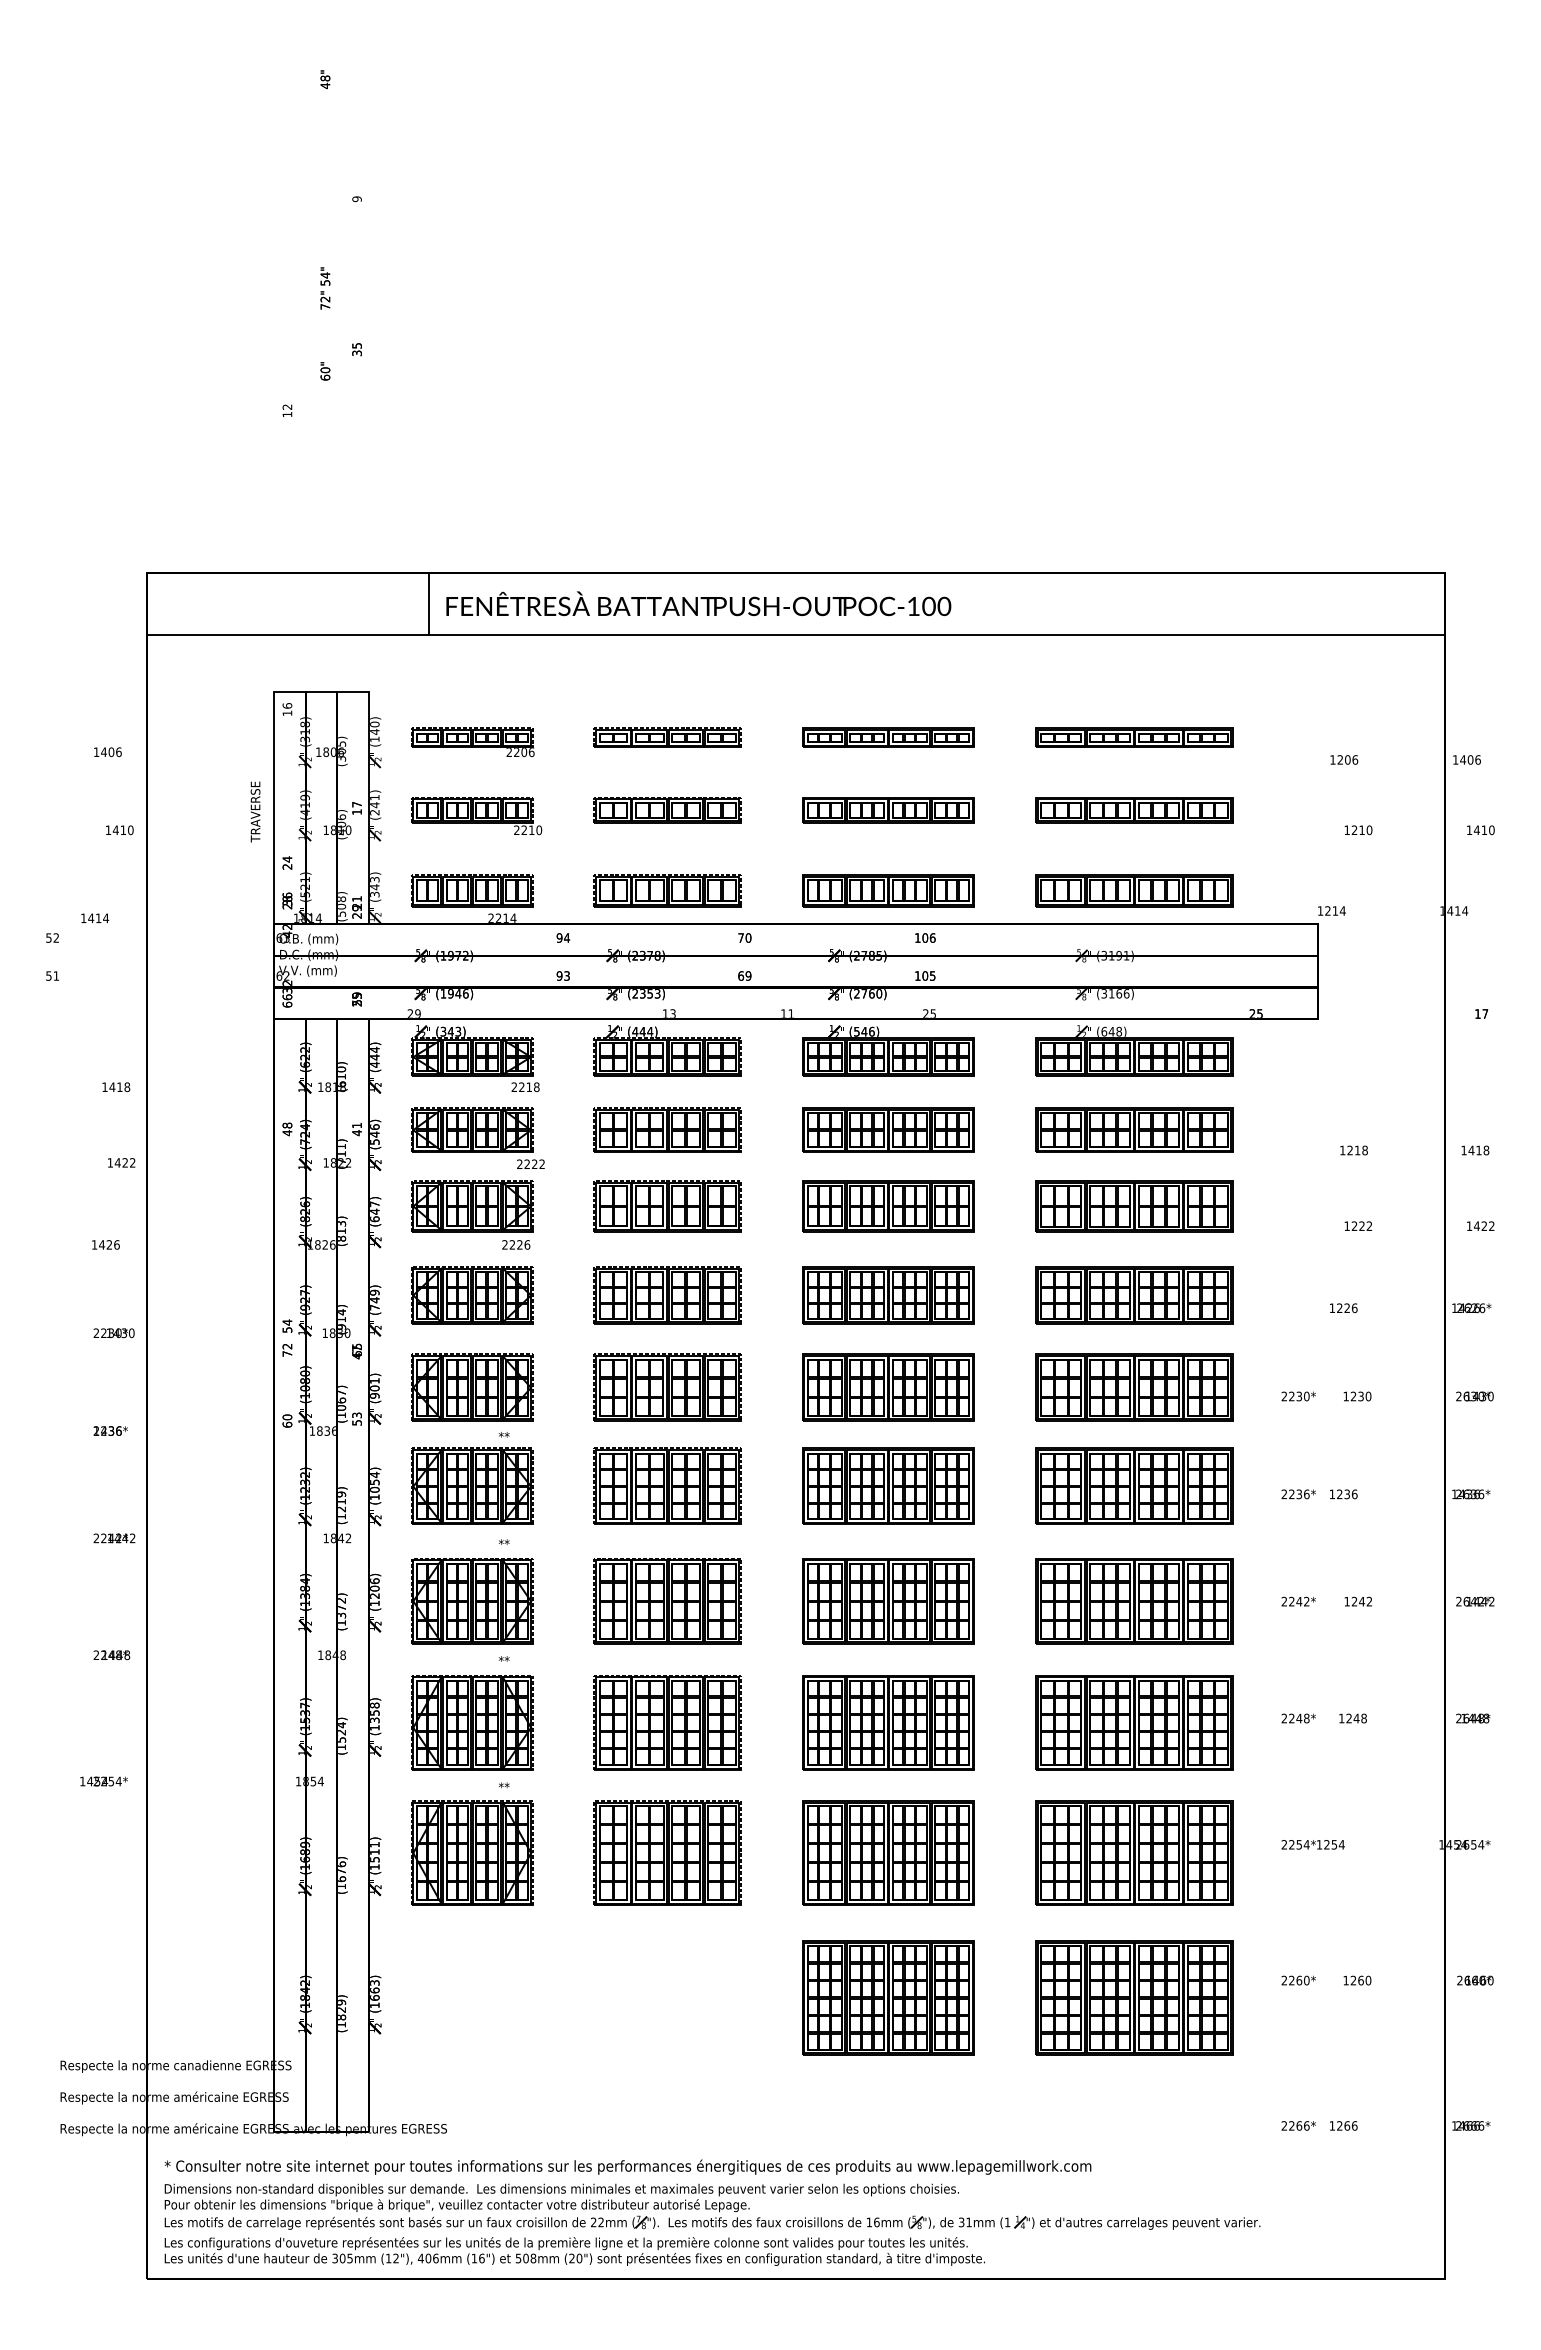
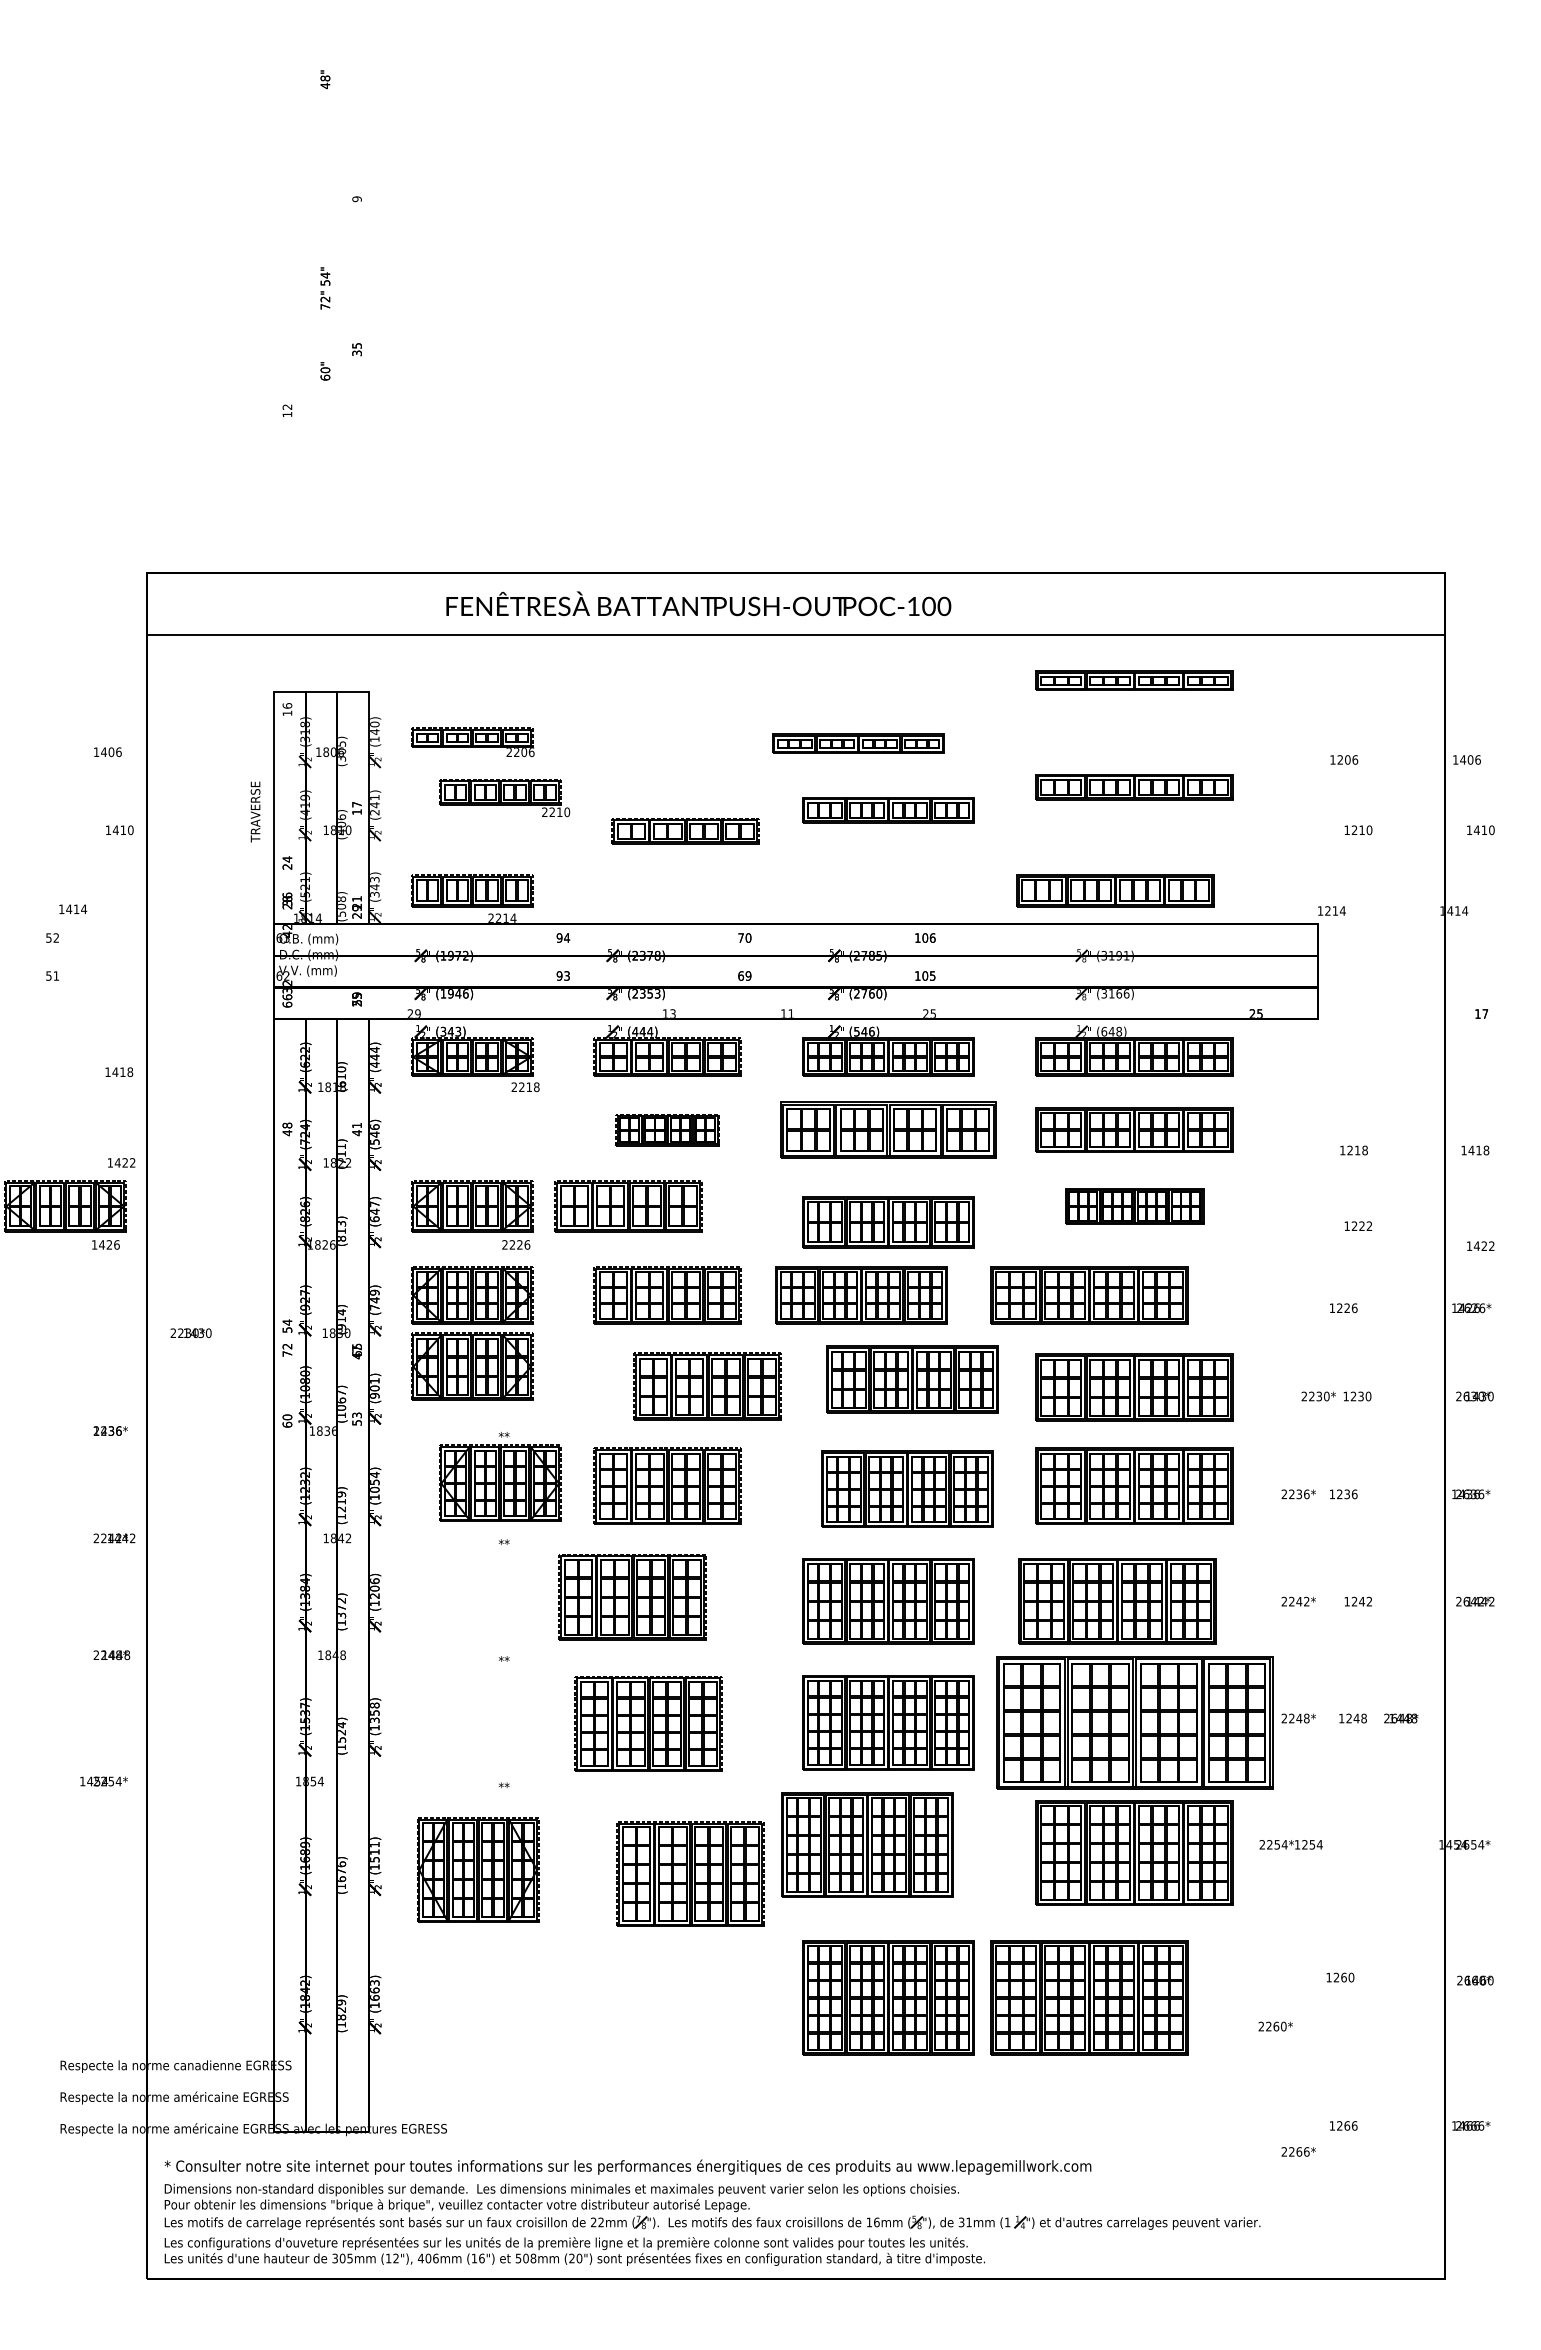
line at (428, 603): present -> none
part at (667, 737): present -> none
part at (888, 737) position: (888, 737) -> (858, 743)
part at (1134, 737) position: (1134, 737) -> (1134, 680)
part at (667, 810) position: (667, 810) -> (685, 831)
part at (1134, 810) position: (1134, 810) -> (1134, 787)
part at (476, 816) position: (476, 816) -> (504, 798)
part at (667, 890): present -> none
part at (888, 890): present -> none
part at (1134, 890) position: (1134, 890) -> (1115, 890)
text at (95, 917) position: (95, 917) -> (73, 908)
text at (116, 1087) position: (116, 1087) -> (119, 1072)
part at (667, 1129) size: 149x46 px -> 105x33 px
part at (888, 1129) size: 173x46 px -> 217x58 px
part at (477, 1137): present -> none
part at (65, 1206): none -> present
part at (667, 1206) position: (667, 1206) -> (628, 1206)
part at (888, 1206) position: (888, 1206) -> (888, 1222)
part at (1134, 1206) size: 199x53 px -> 140x37 px
text at (1480, 1225) position: (1480, 1225) -> (1480, 1245)
part at (888, 1295) position: (888, 1295) -> (861, 1295)
part at (1134, 1295) position: (1134, 1295) -> (1089, 1295)
text at (113, 1333) position: (113, 1333) -> (190, 1333)
part at (472, 1387) position: (472, 1387) -> (472, 1366)
part at (667, 1387) position: (667, 1387) -> (707, 1386)
part at (888, 1387) position: (888, 1387) -> (912, 1379)
text at (1298, 1396) position: (1298, 1396) -> (1318, 1396)
part at (472, 1485) position: (472, 1485) -> (500, 1482)
part at (888, 1485) position: (888, 1485) -> (907, 1488)
part at (472, 1601): present -> none
part at (667, 1601) position: (667, 1601) -> (632, 1597)
part at (1134, 1601) position: (1134, 1601) -> (1117, 1601)
text at (1473, 1718) position: (1473, 1718) -> (1401, 1718)
part at (472, 1722): present -> none
part at (667, 1722) position: (667, 1722) -> (648, 1723)
part at (1134, 1722) size: 199x96 px -> 278x134 px
text at (1312, 1844) position: (1312, 1844) -> (1290, 1844)
part at (472, 1852) position: (472, 1852) -> (478, 1869)
part at (667, 1852) position: (667, 1852) -> (690, 1873)
part at (888, 1852) position: (888, 1852) -> (867, 1844)
text at (1298, 1980) position: (1298, 1980) -> (1275, 2026)
text at (1357, 1980) position: (1357, 1980) -> (1340, 1977)
part at (1134, 1997) position: (1134, 1997) -> (1089, 1997)
text at (1298, 2125) position: (1298, 2125) -> (1298, 2151)
